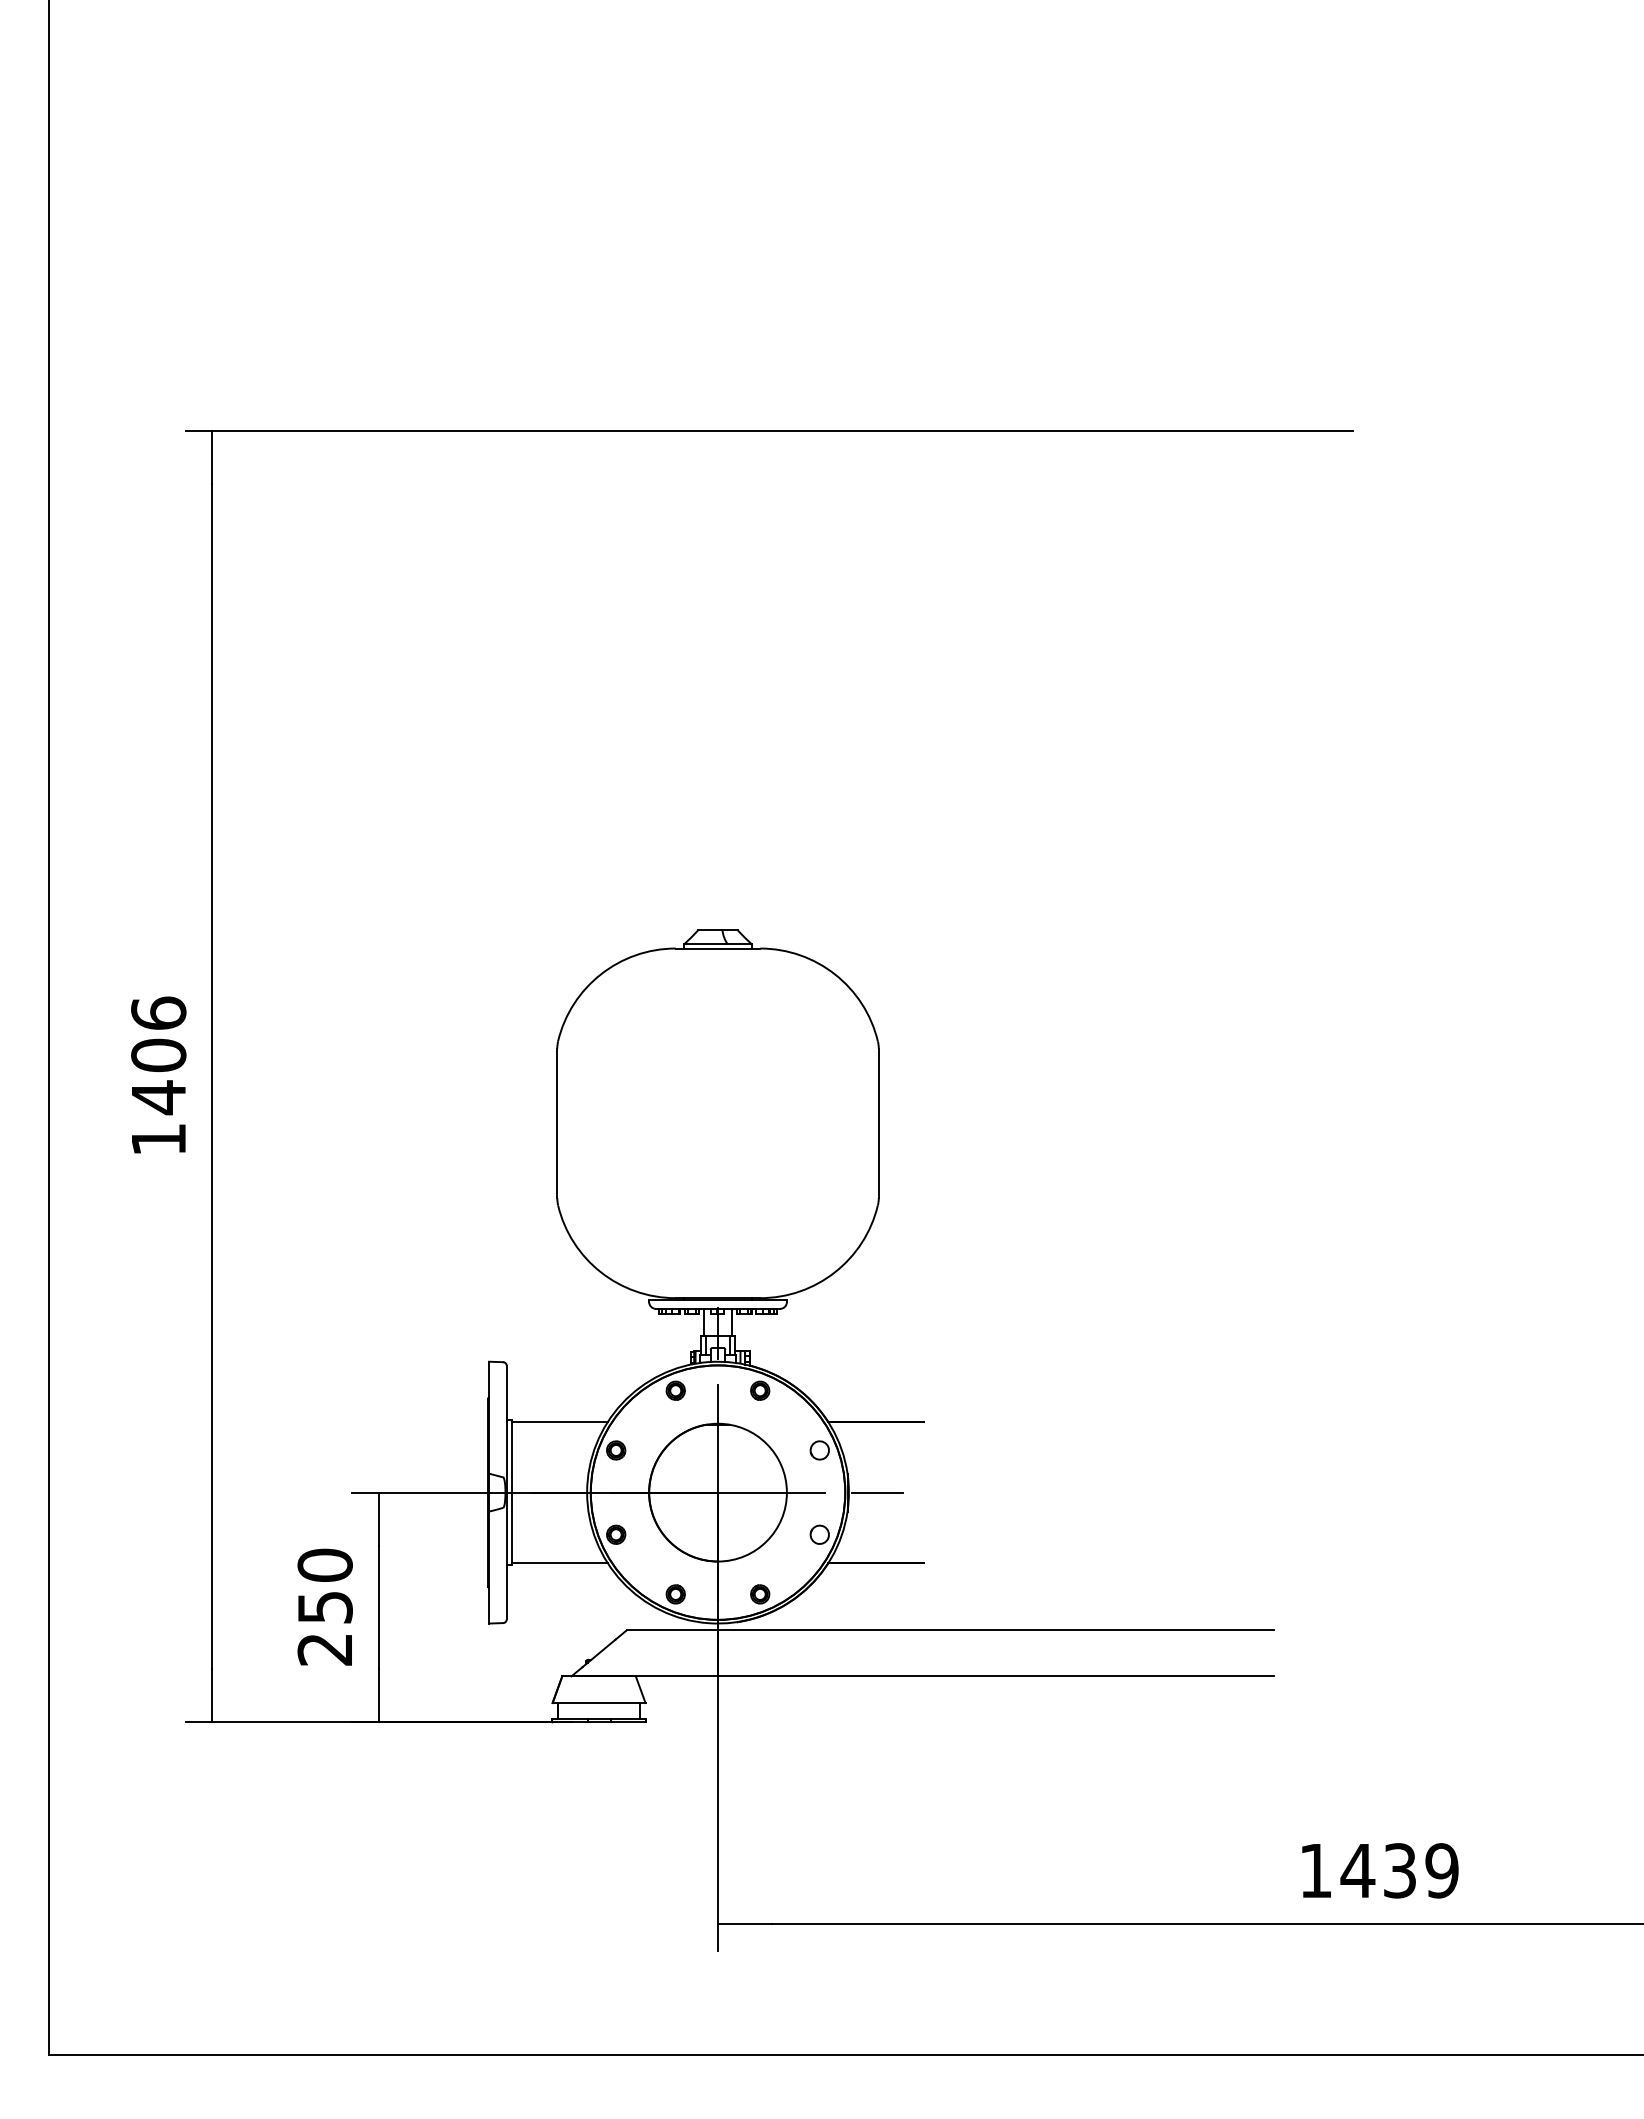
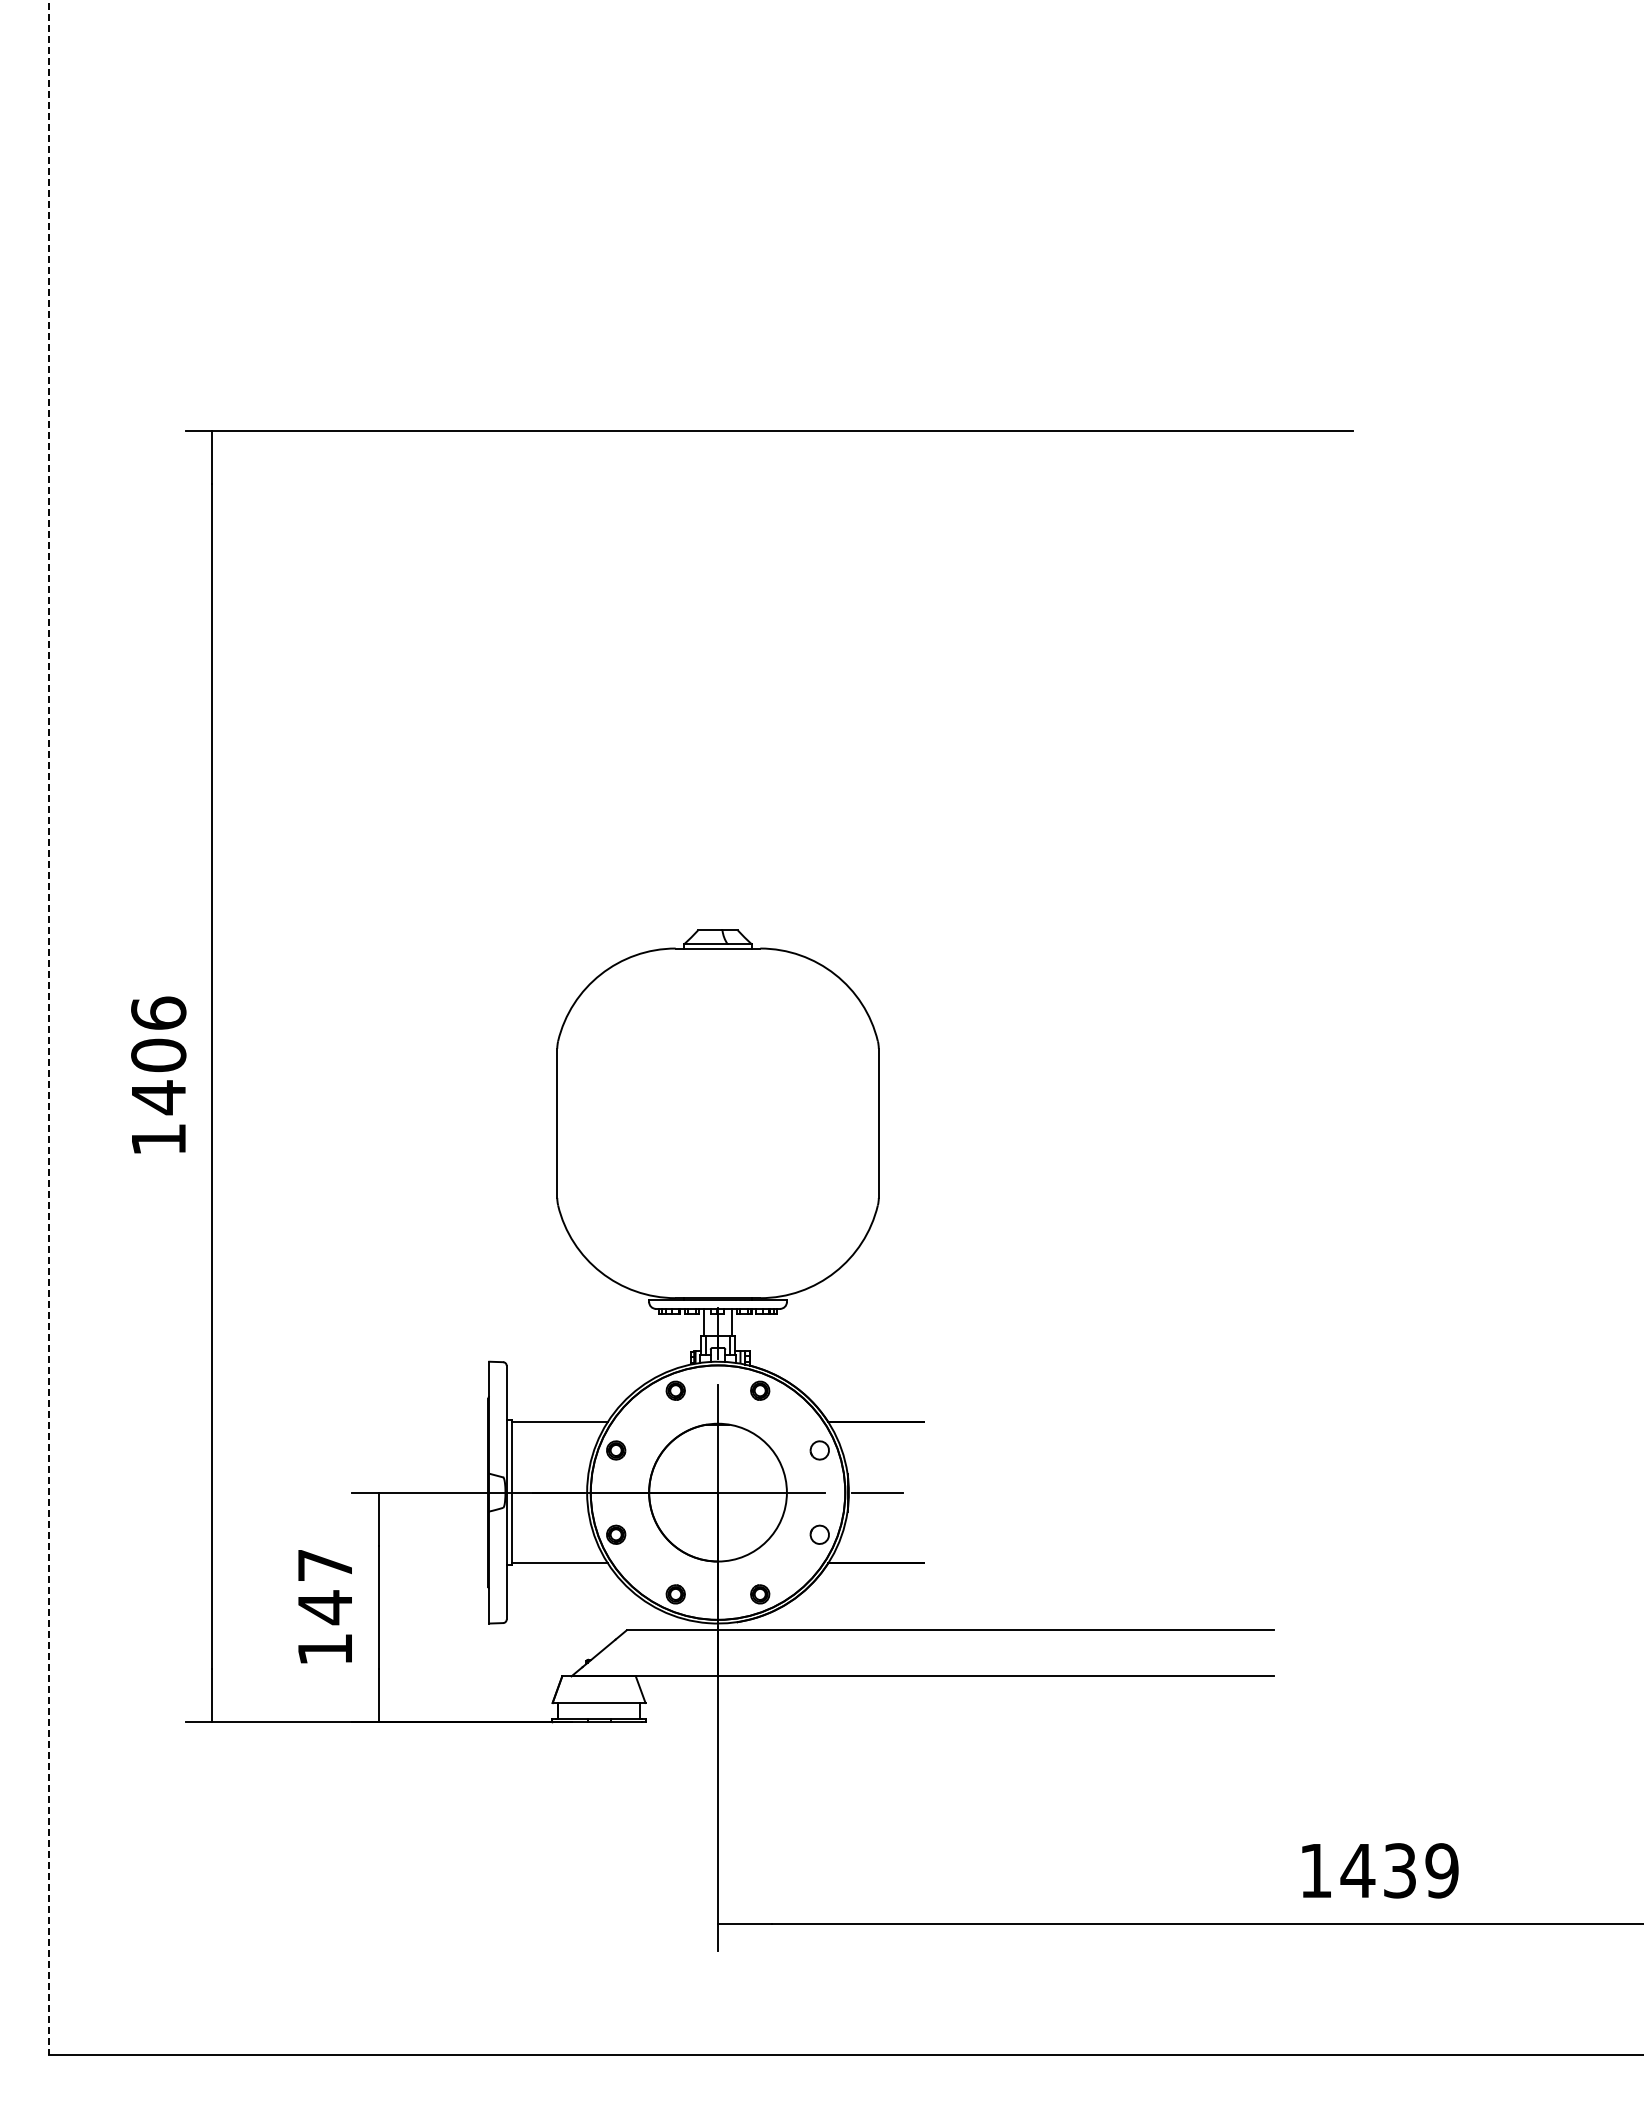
line at (49, 1028): solid -> dashed
text at (324, 1606): 250 -> 147
